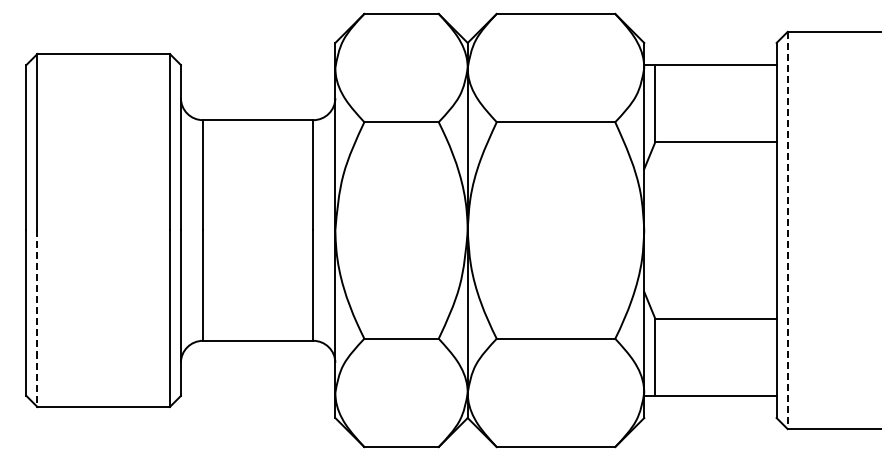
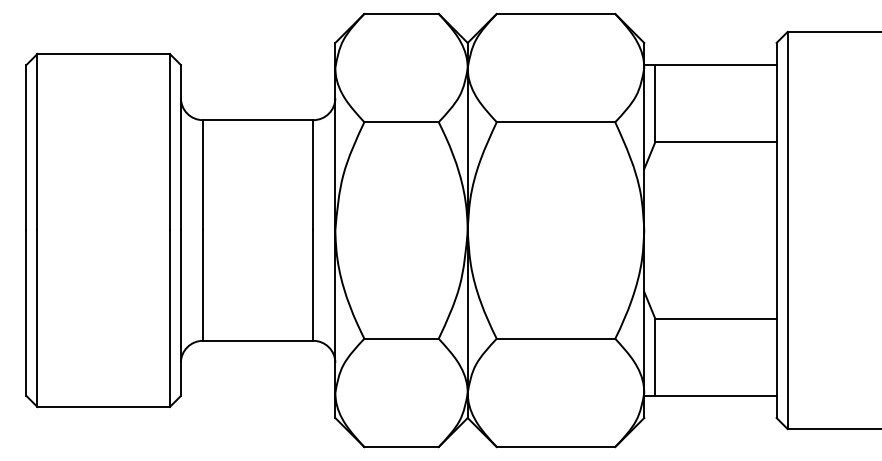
line at (787, 230): dashed -> solid
line at (37, 319): dashed -> solid
